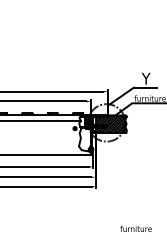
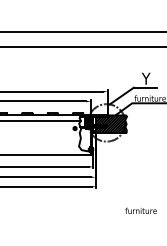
line at (82, 31): none -> present
line at (82, 46): none -> present
text at (135, 228) position: (135, 228) -> (140, 210)
